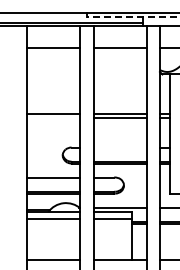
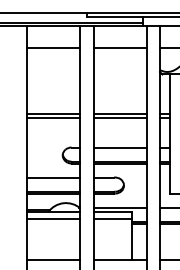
line at (132, 17): dashed -> solid
line at (53, 117): none -> present
line at (119, 147): none -> present
